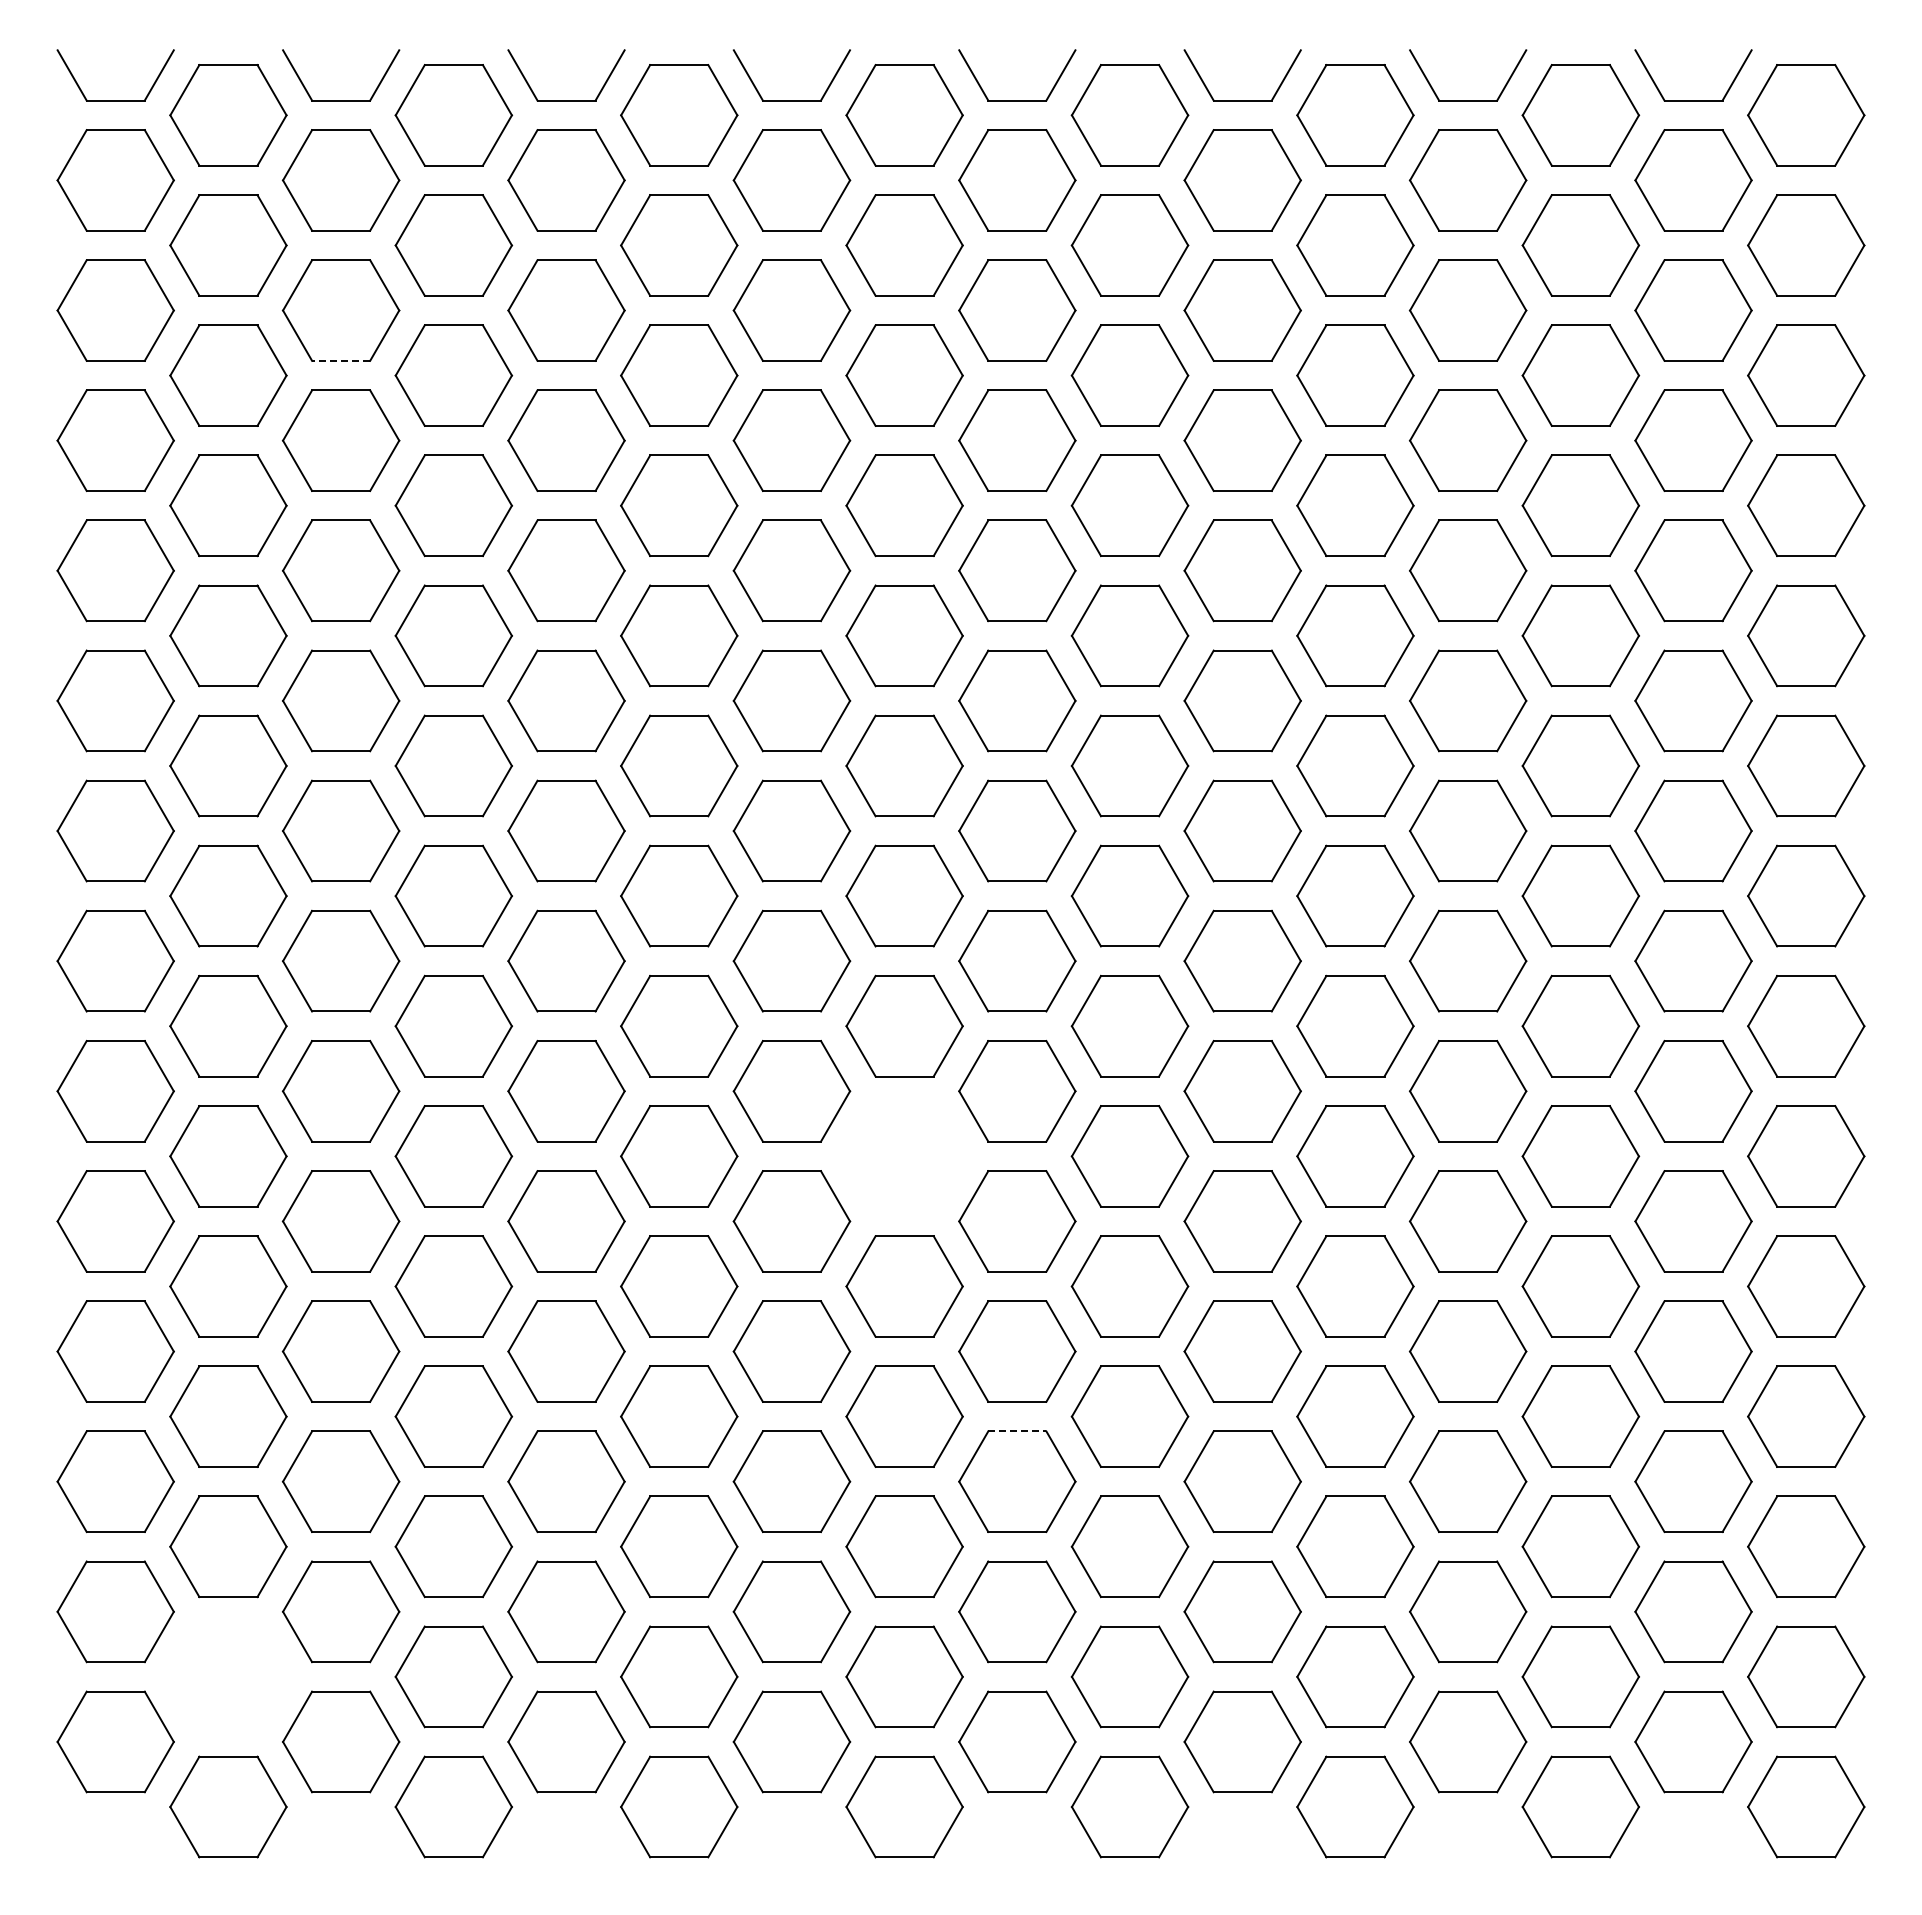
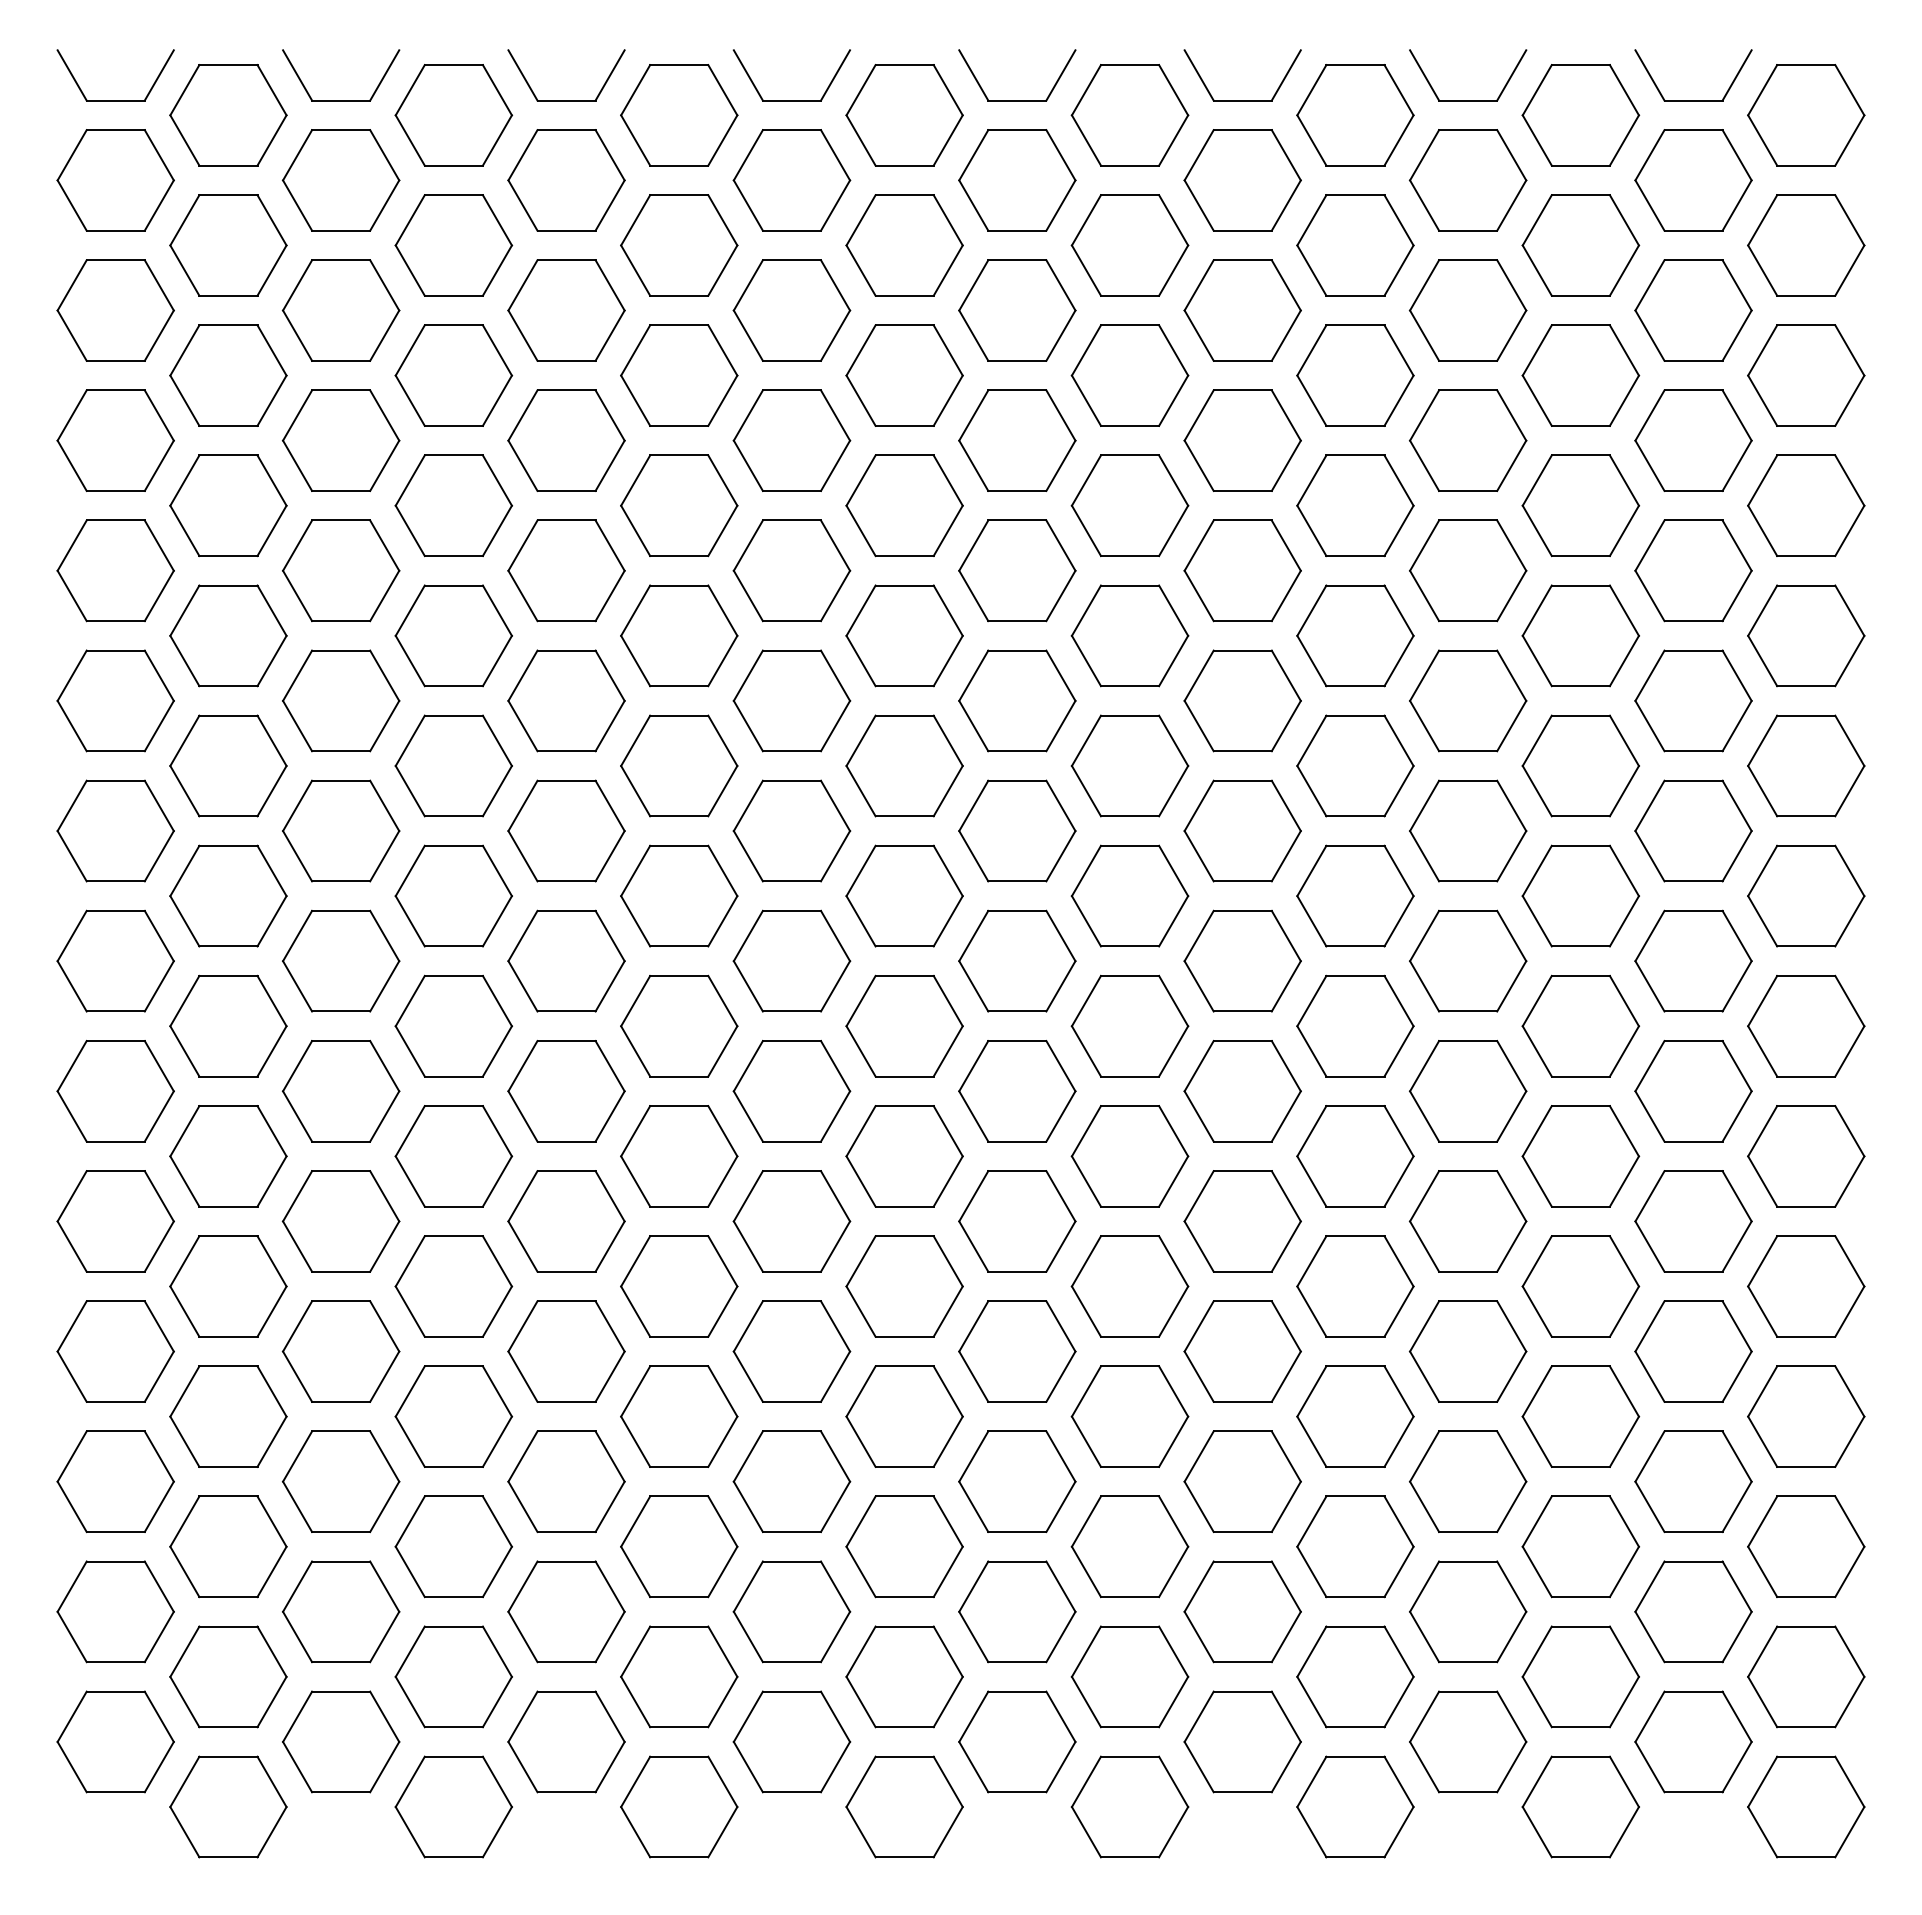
line at (340, 360): dashed -> solid
part at (904, 1156): none -> present
line at (1017, 1431): dashed -> solid
part at (228, 1676): none -> present
